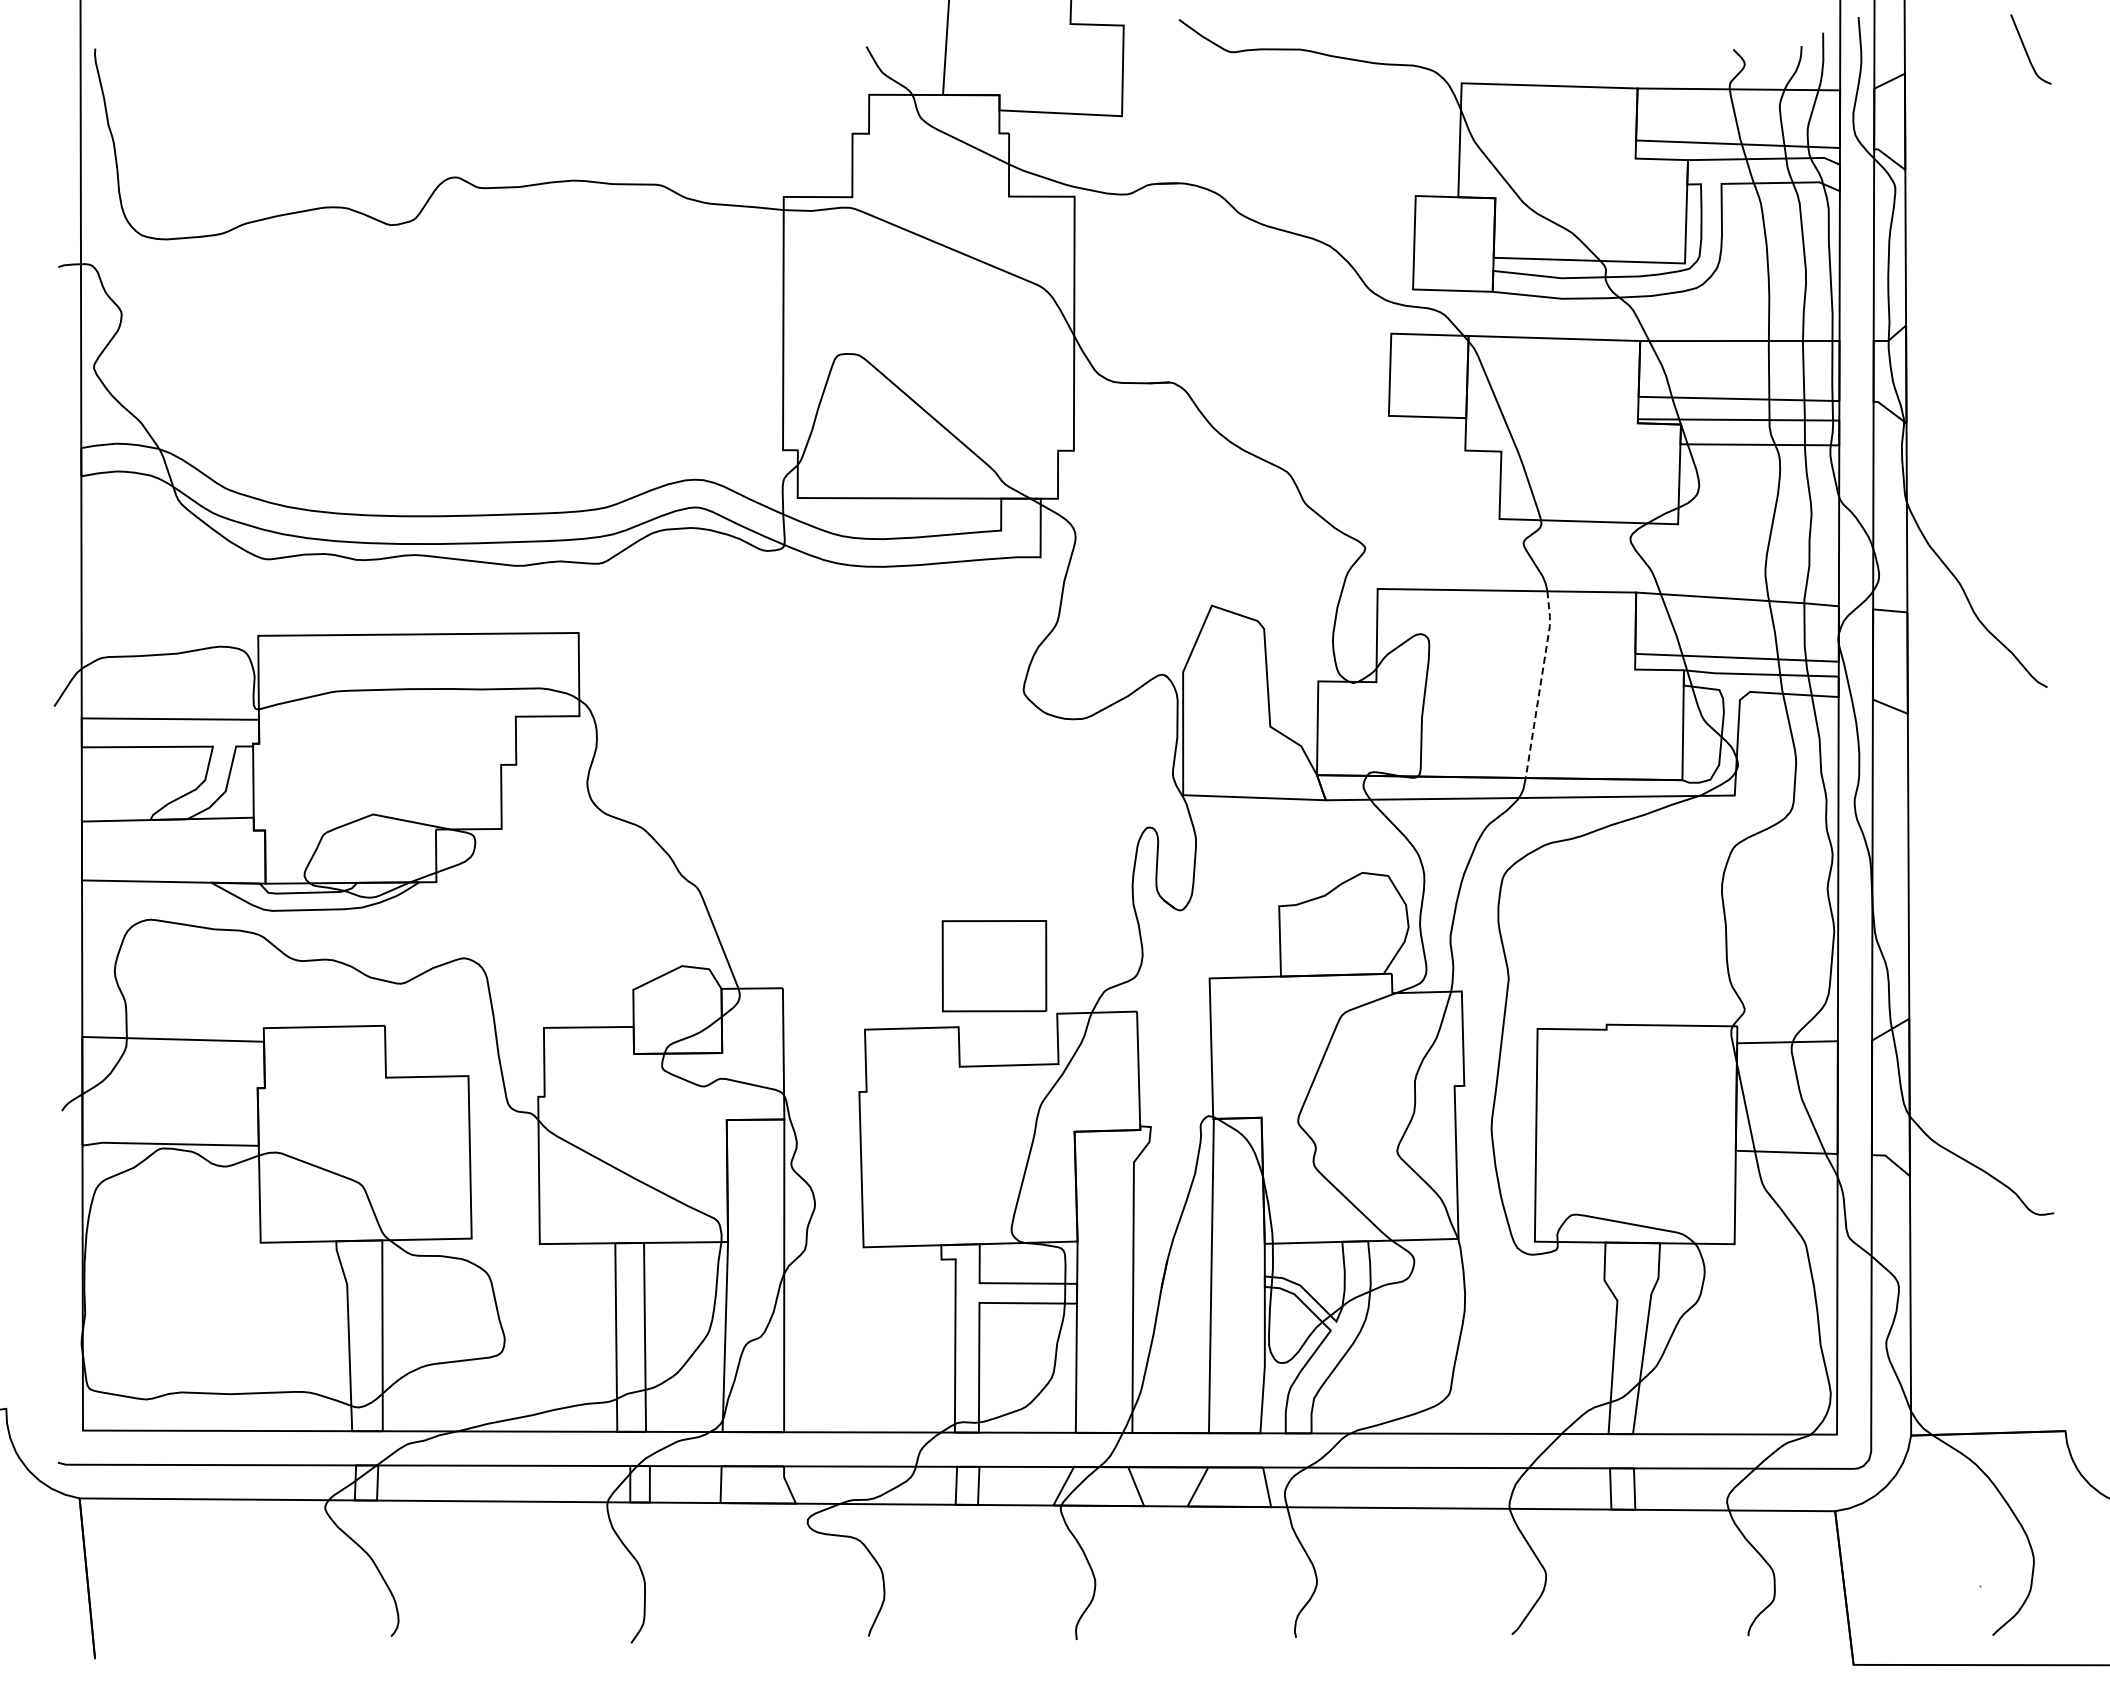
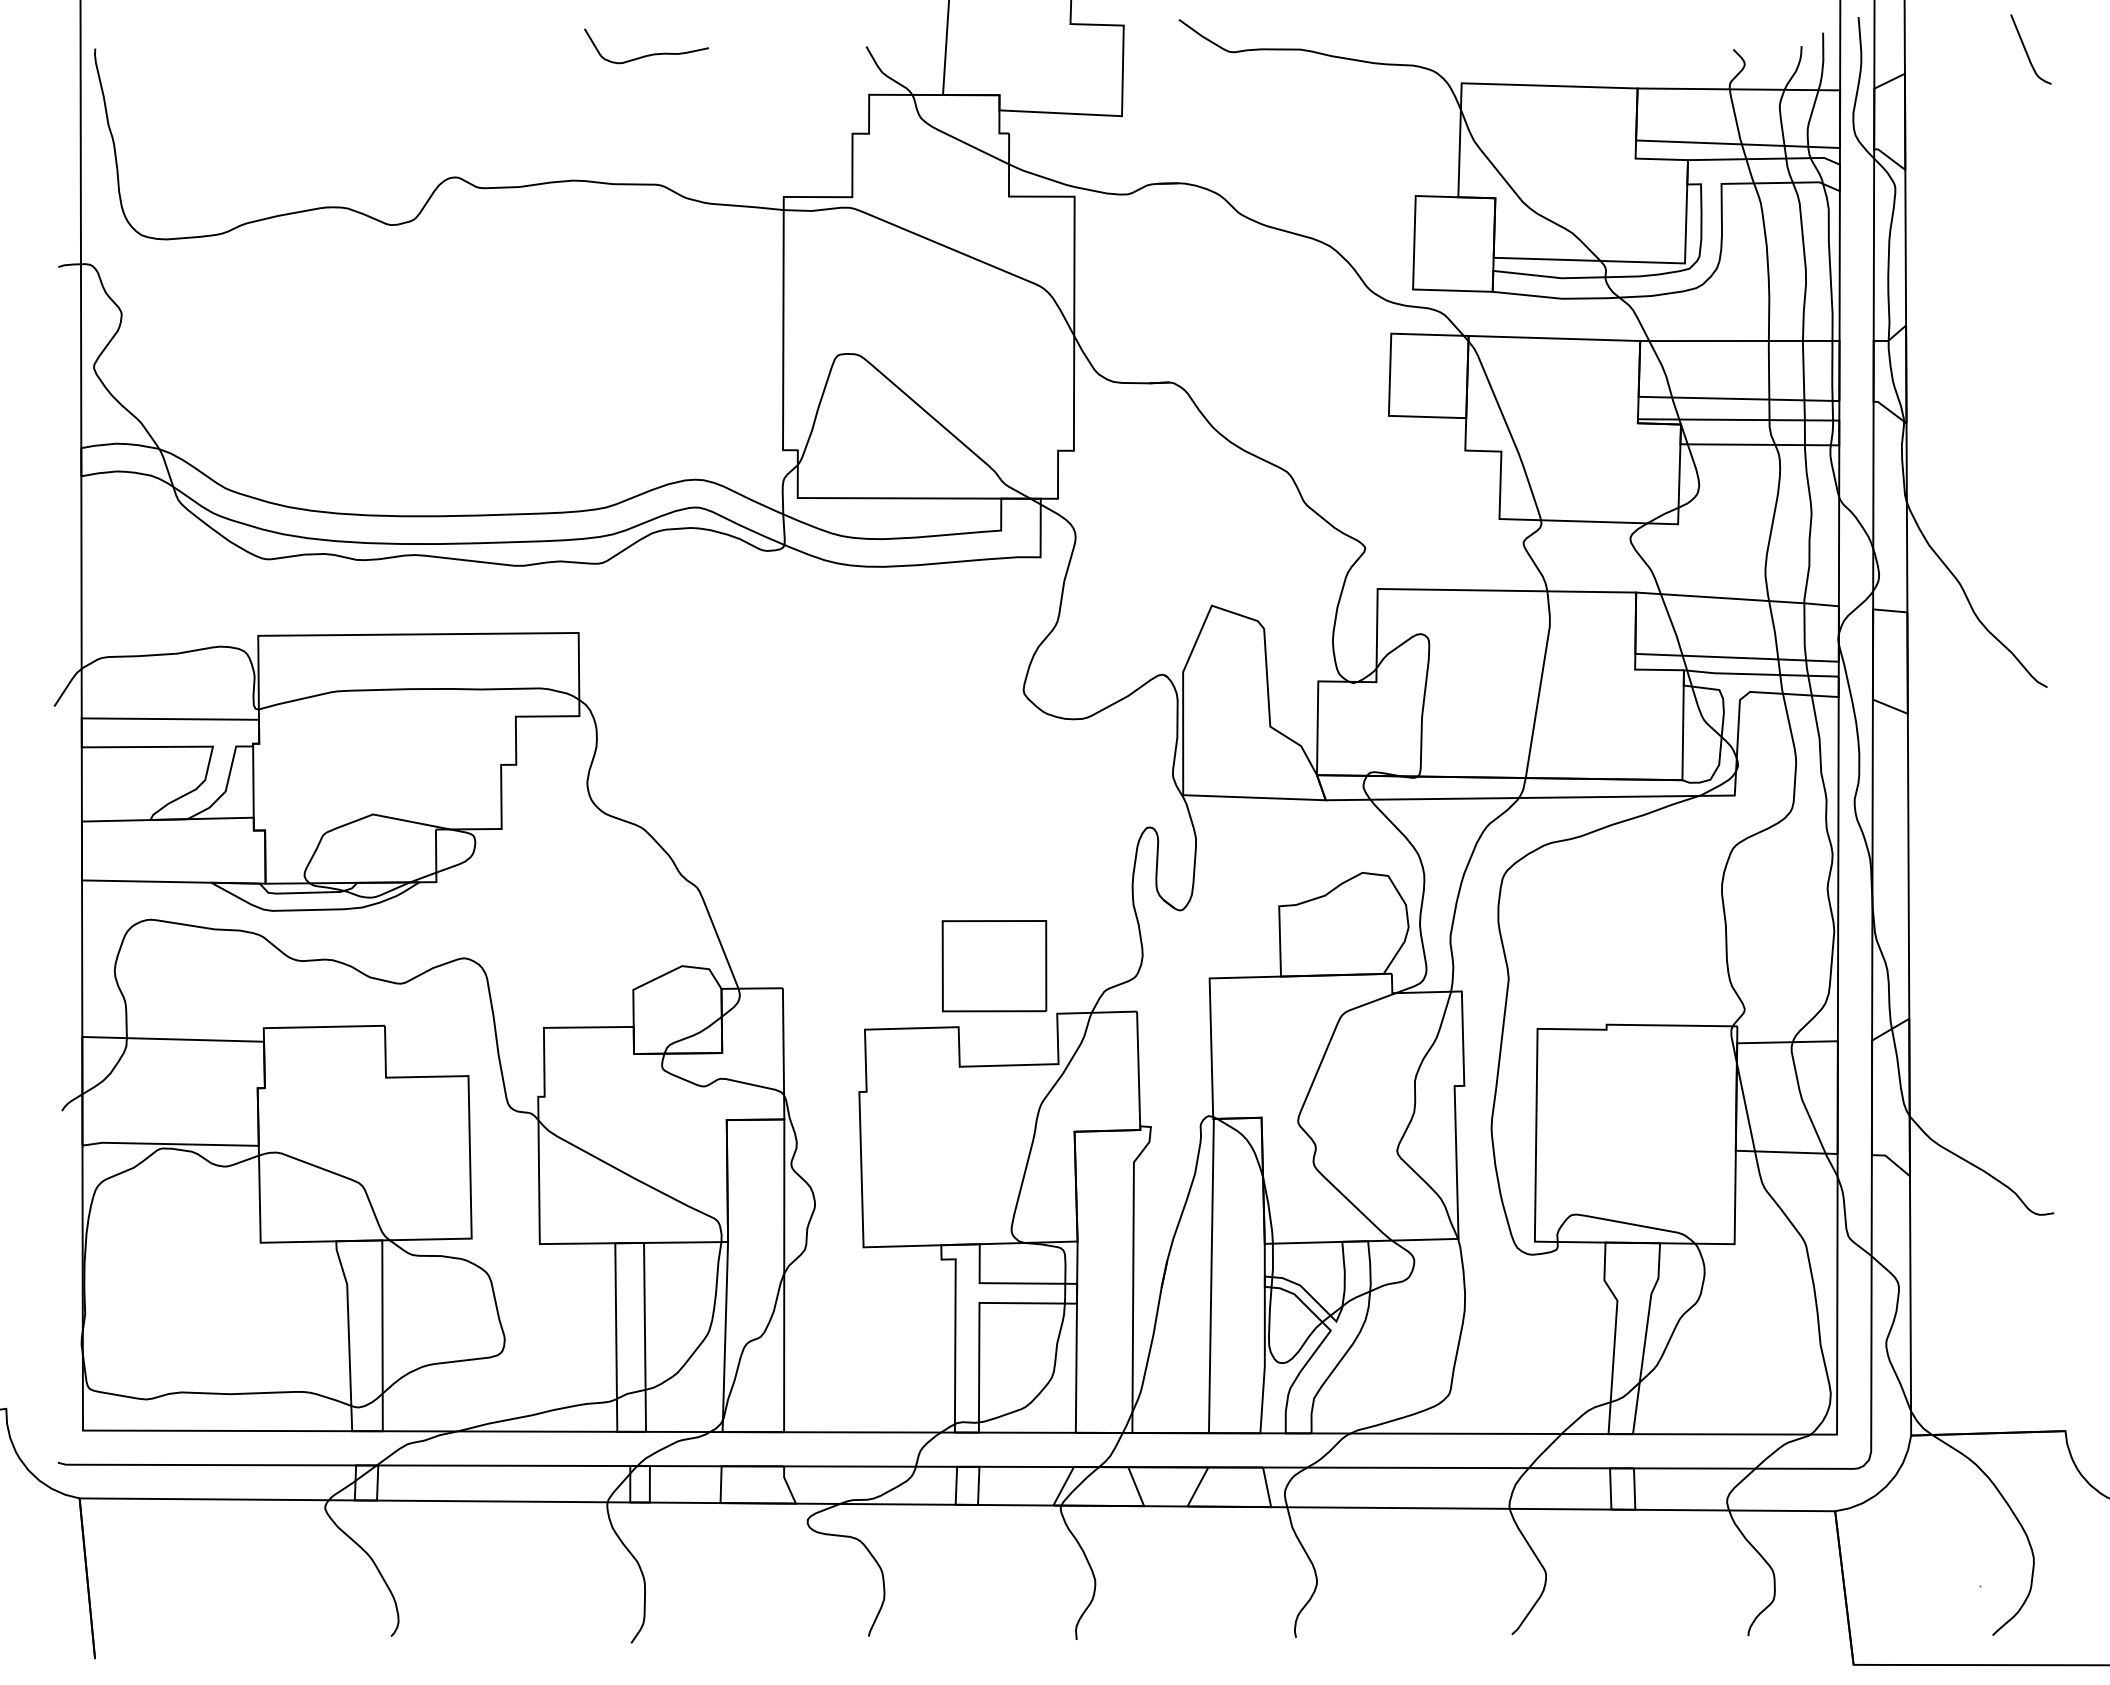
curve at (647, 54): none -> present
line at (1540, 683): dashed -> solid
